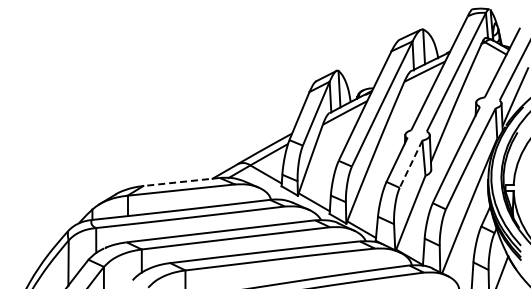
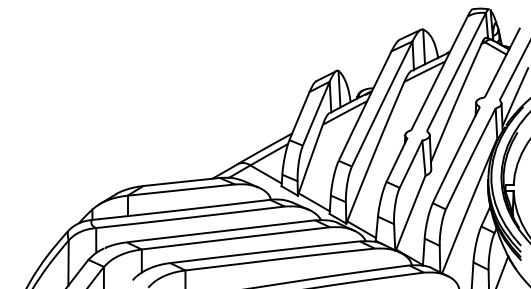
line at (410, 164): dashed -> solid
line at (181, 182): dashed -> solid
